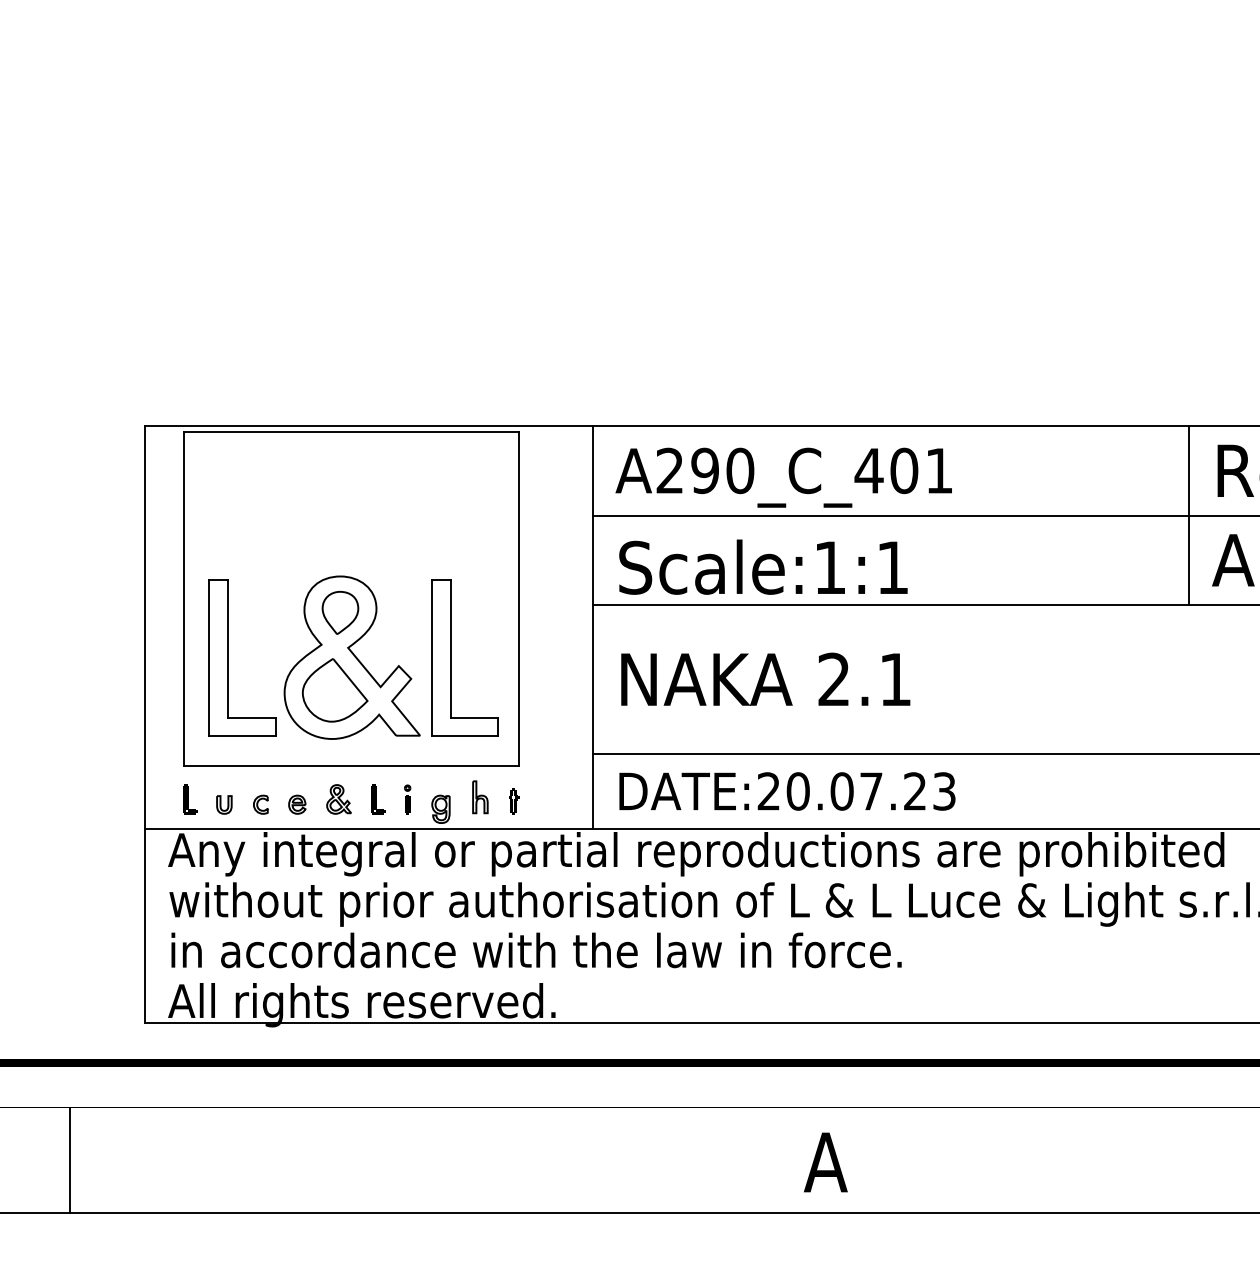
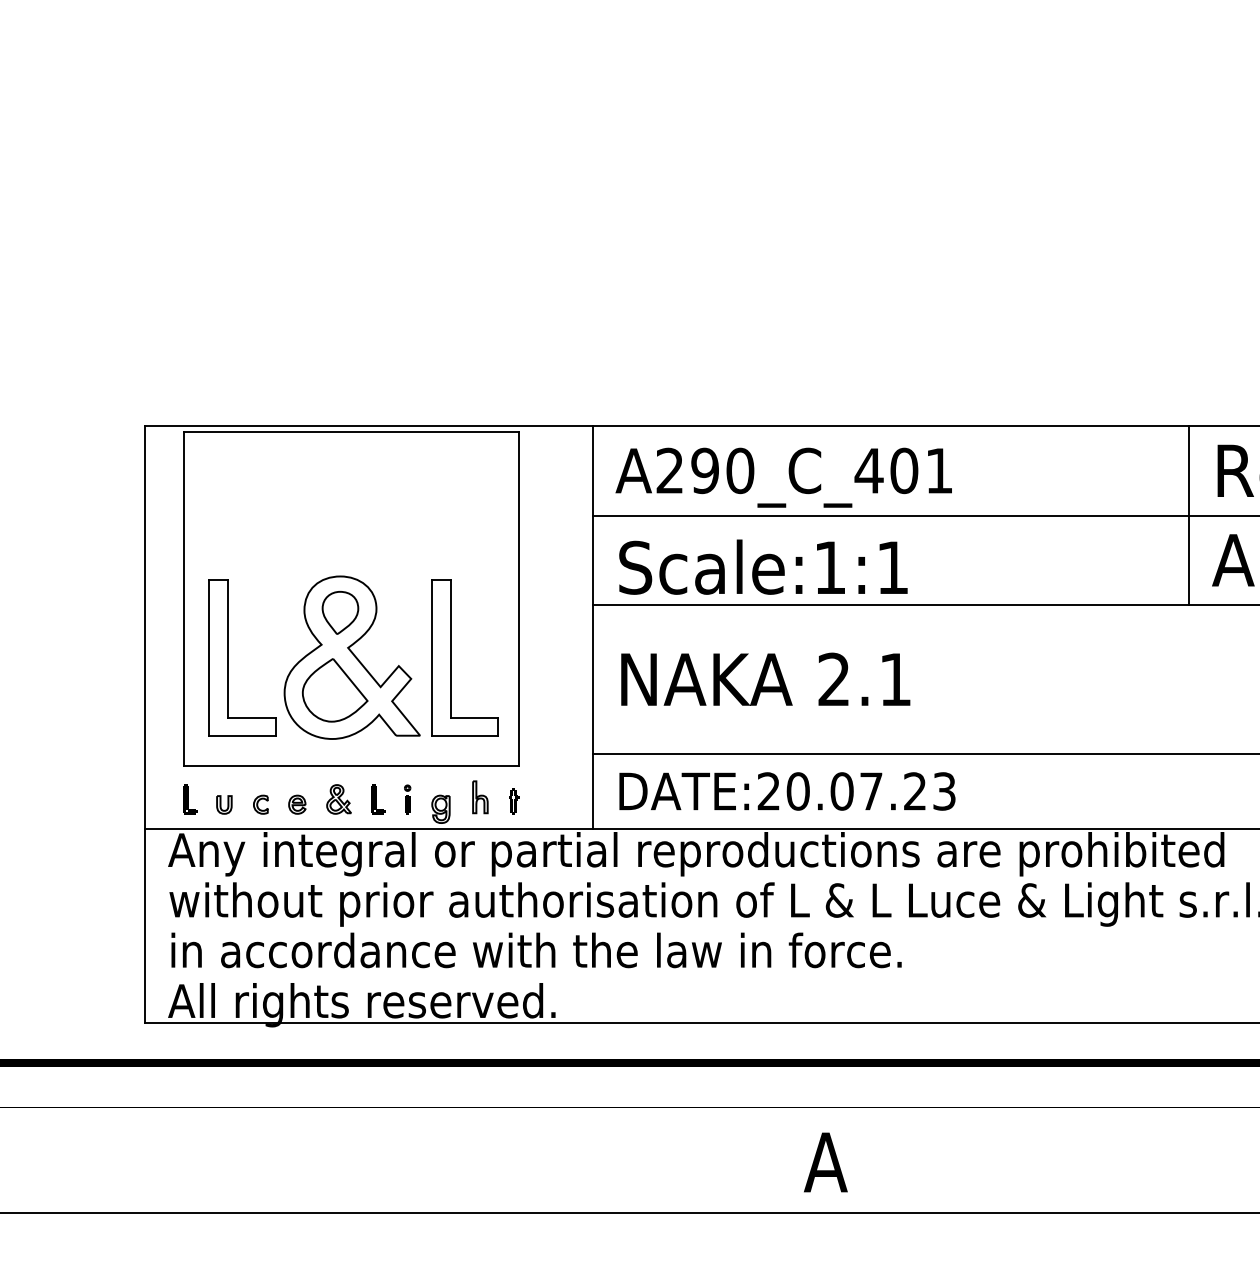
line at (70, 1160): present -> none
